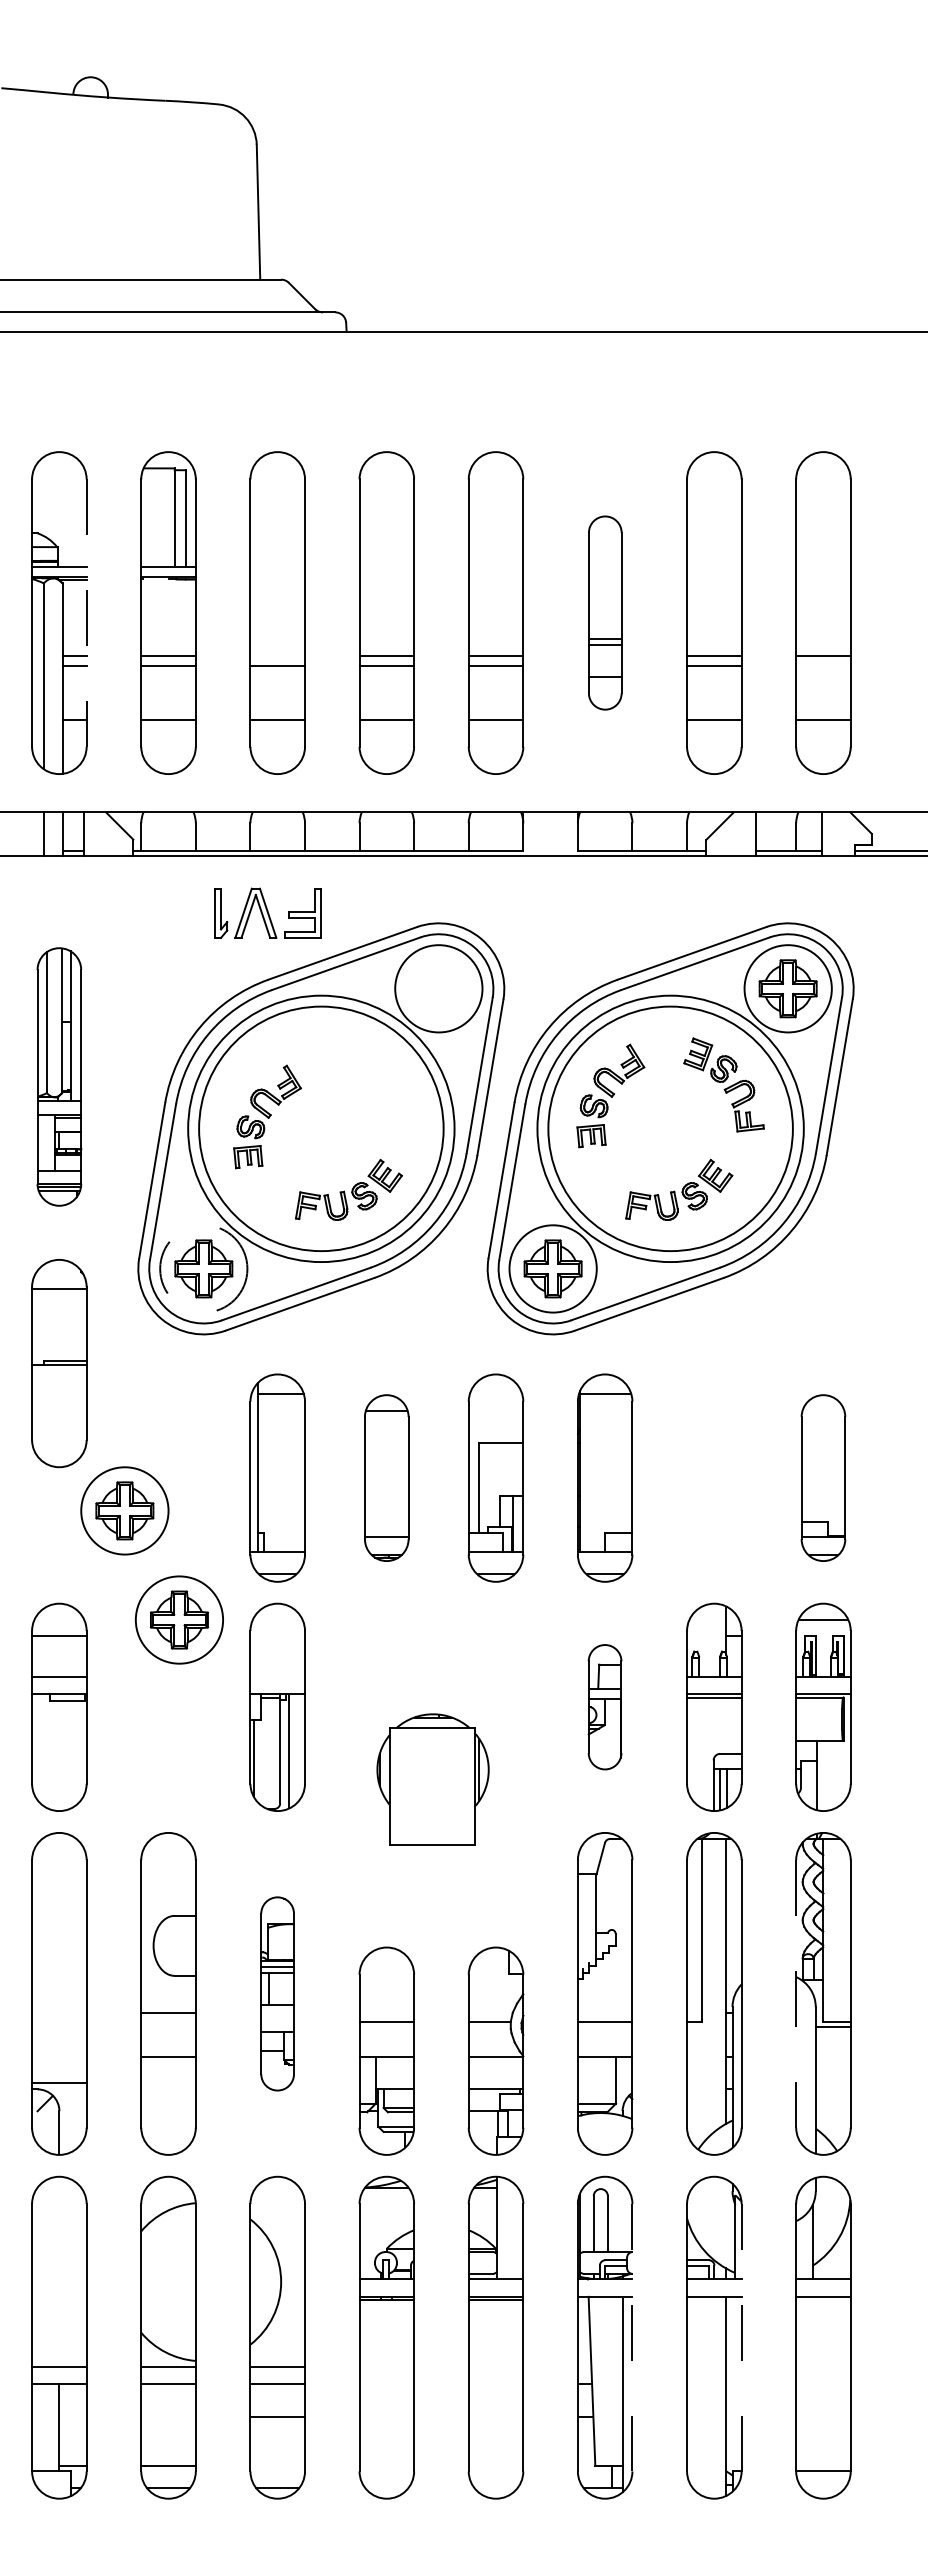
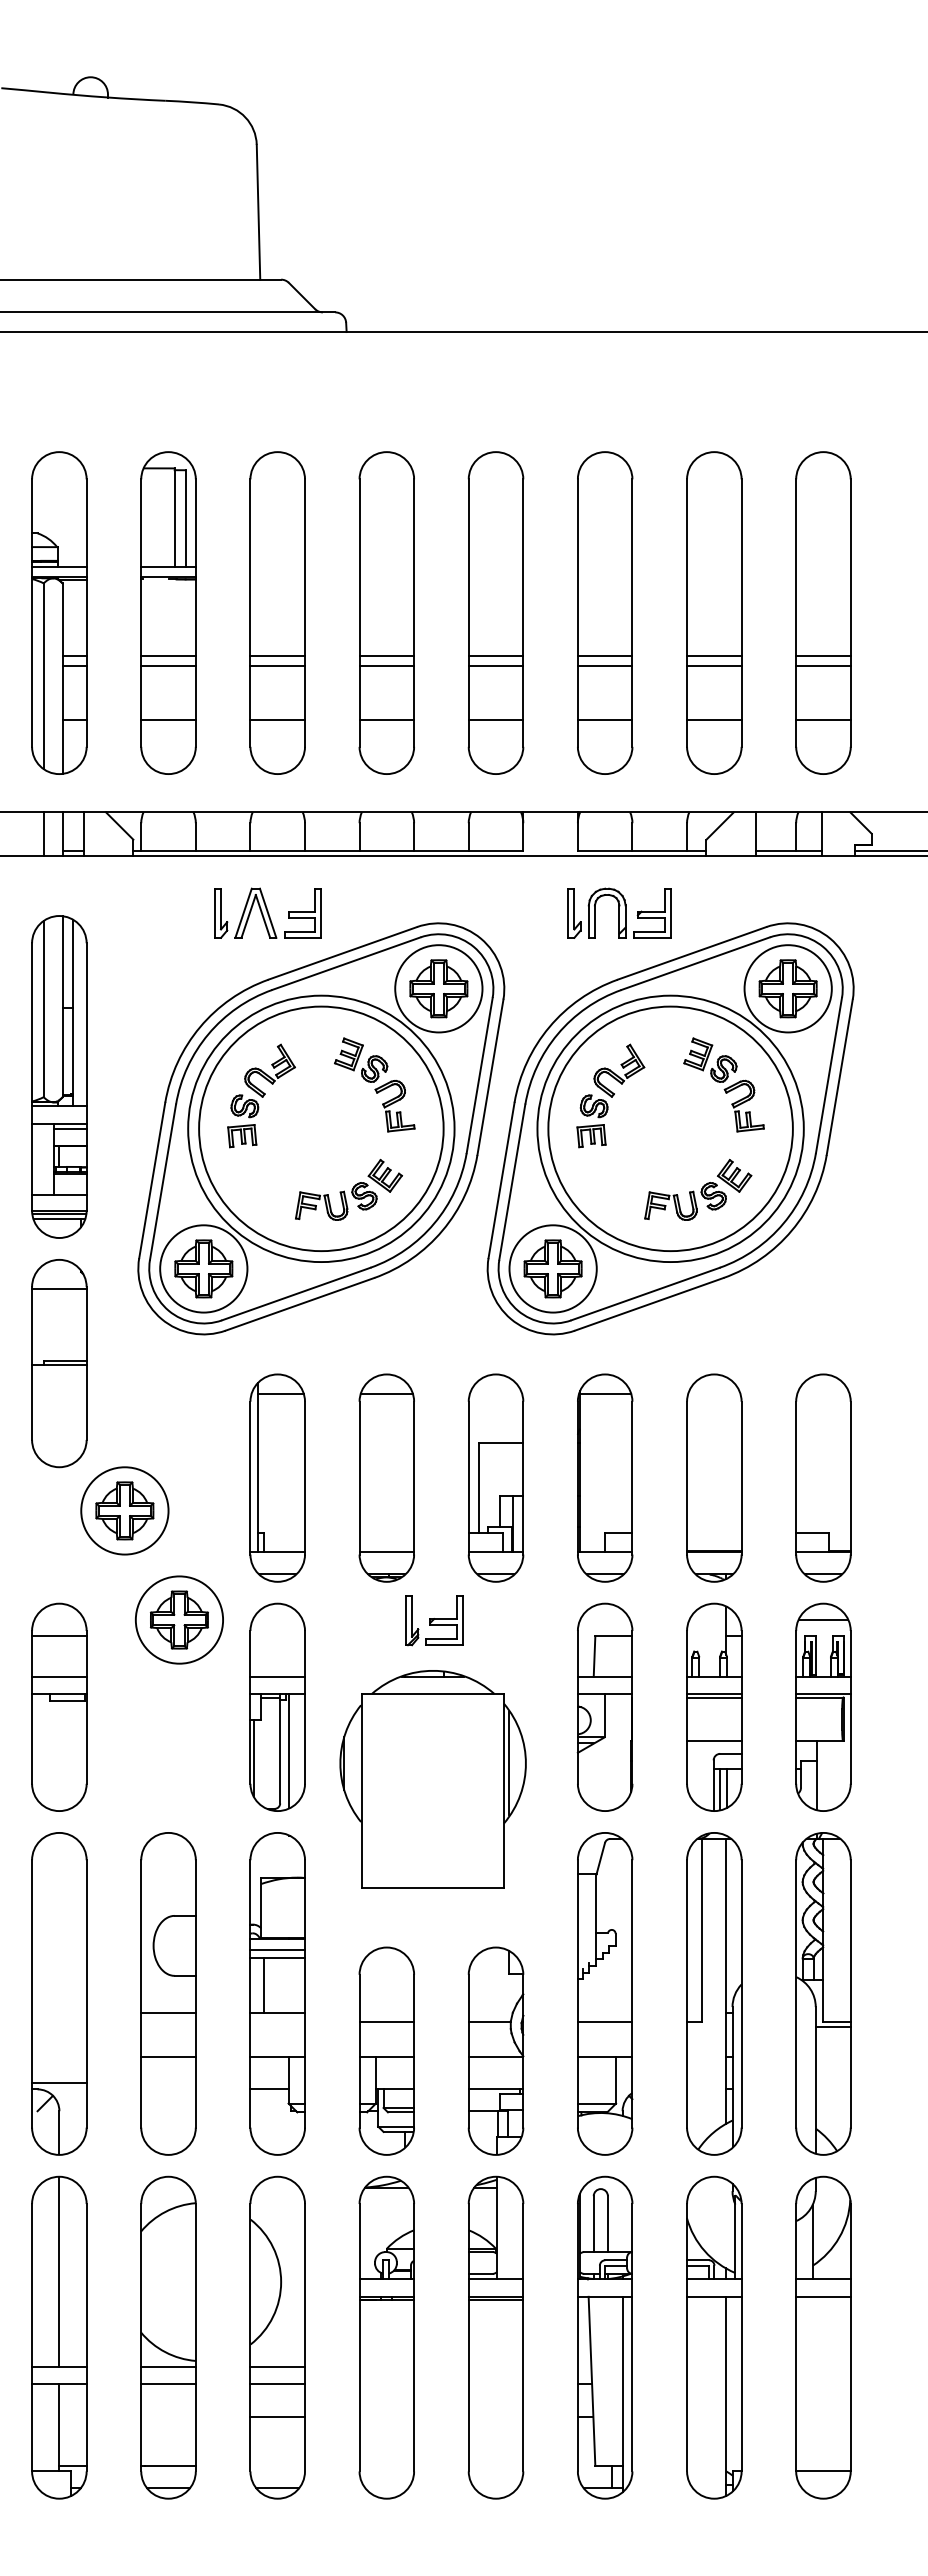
part at (605, 612) size: 35x196 px -> 57x324 px
line at (86, 613): dashed -> solid
line at (277, 656): none -> present
line at (823, 665): none -> present
part at (619, 912): none -> present
part at (438, 988): none -> present
part at (59, 1076) size: 47x260 px -> 57x324 px
part at (374, 1084): none -> present
part at (267, 1116) position: (267, 1116) -> (261, 1095)
part at (679, 1189) position: (679, 1189) -> (698, 1189)
circle at (203, 1268): dashed -> solid
part at (386, 1477) size: 46x168 px -> 57x210 px
part at (714, 1477): none -> present
part at (823, 1477) size: 47x168 px -> 57x210 px
part at (434, 1620): none -> present
line at (277, 1676): none -> present
part at (604, 1707) size: 36x127 px -> 58x210 px
line at (714, 1741): none -> present
part at (432, 1779) size: 114x133 px -> 188x219 px
part at (277, 1993) size: 35x196 px -> 57x324 px
line at (796, 1993): dashed -> solid
line at (59, 2271): none -> present
line at (632, 2337): dashed -> solid
line at (741, 2337): dashed -> solid
